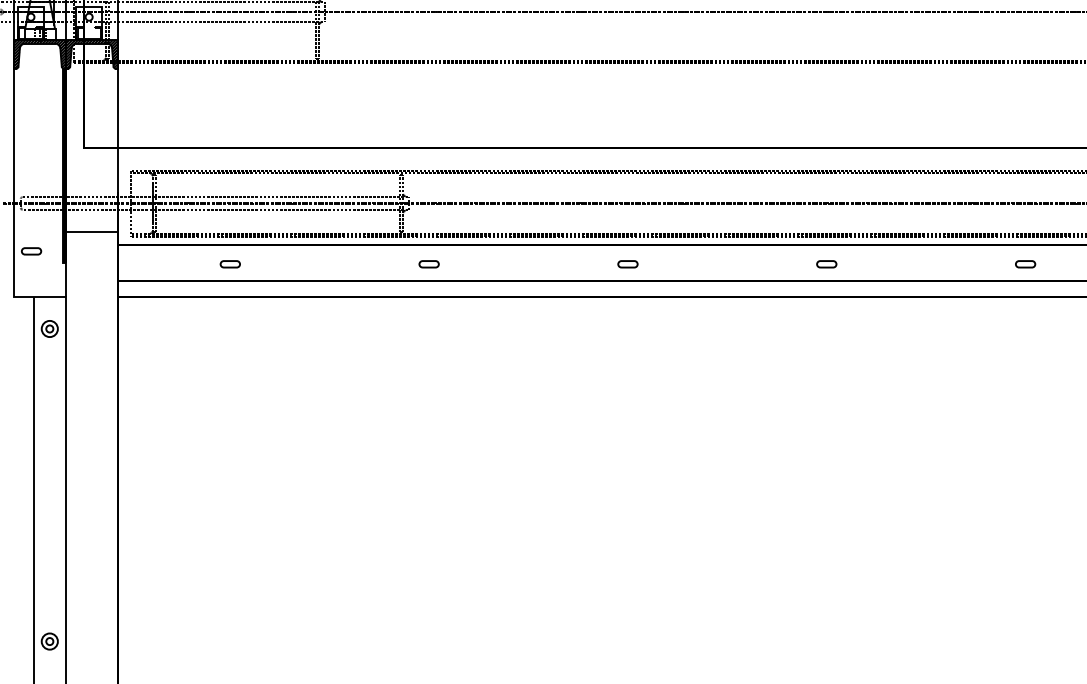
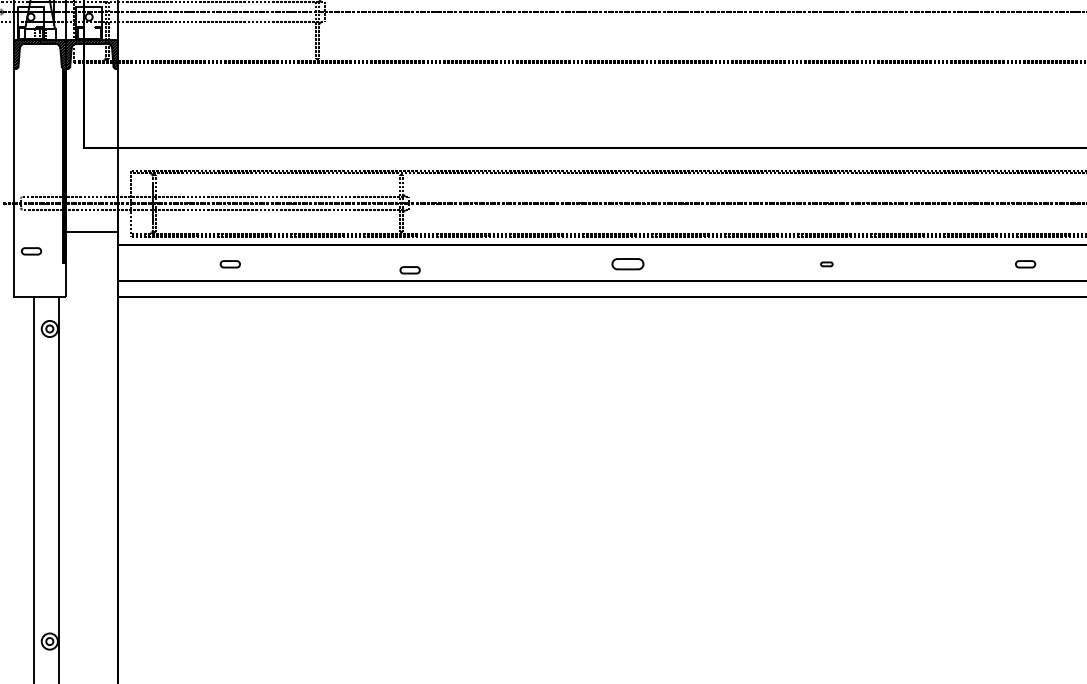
part at (428, 264) position: (428, 264) -> (409, 270)
part at (627, 264) size: 22x9 px -> 34x13 px
part at (826, 264) size: 22x9 px -> 14x7 px
line at (66, 488) position: (66, 488) -> (59, 488)
